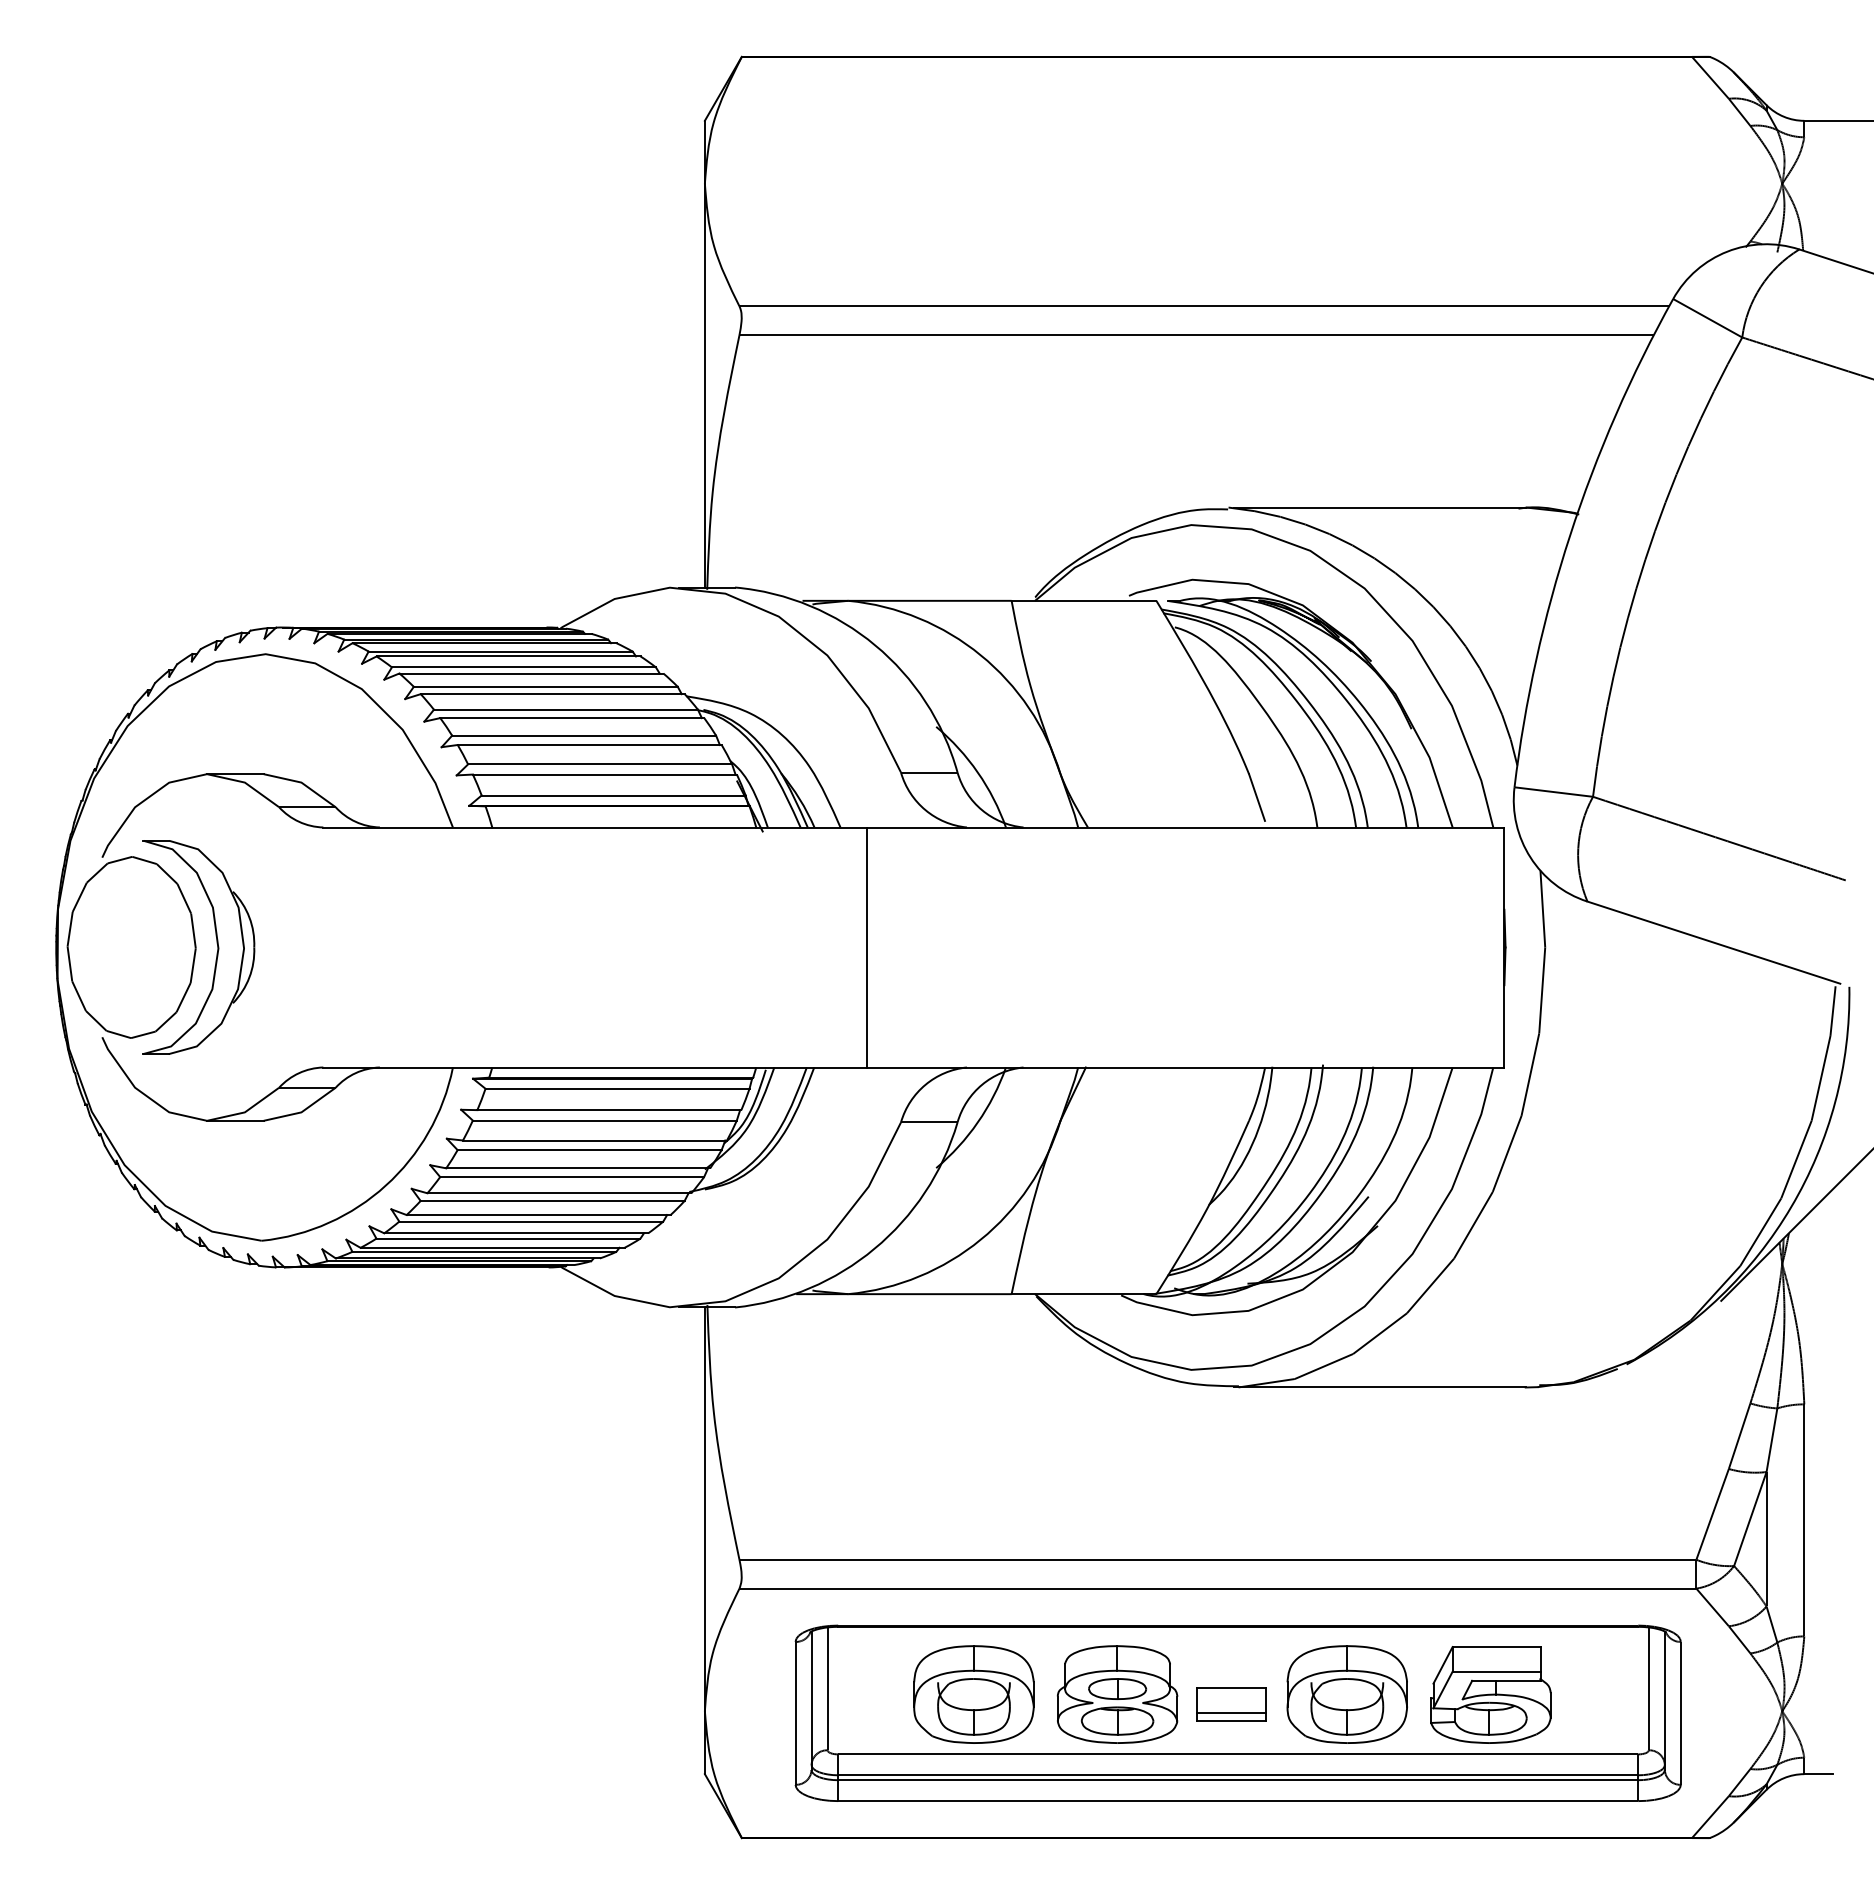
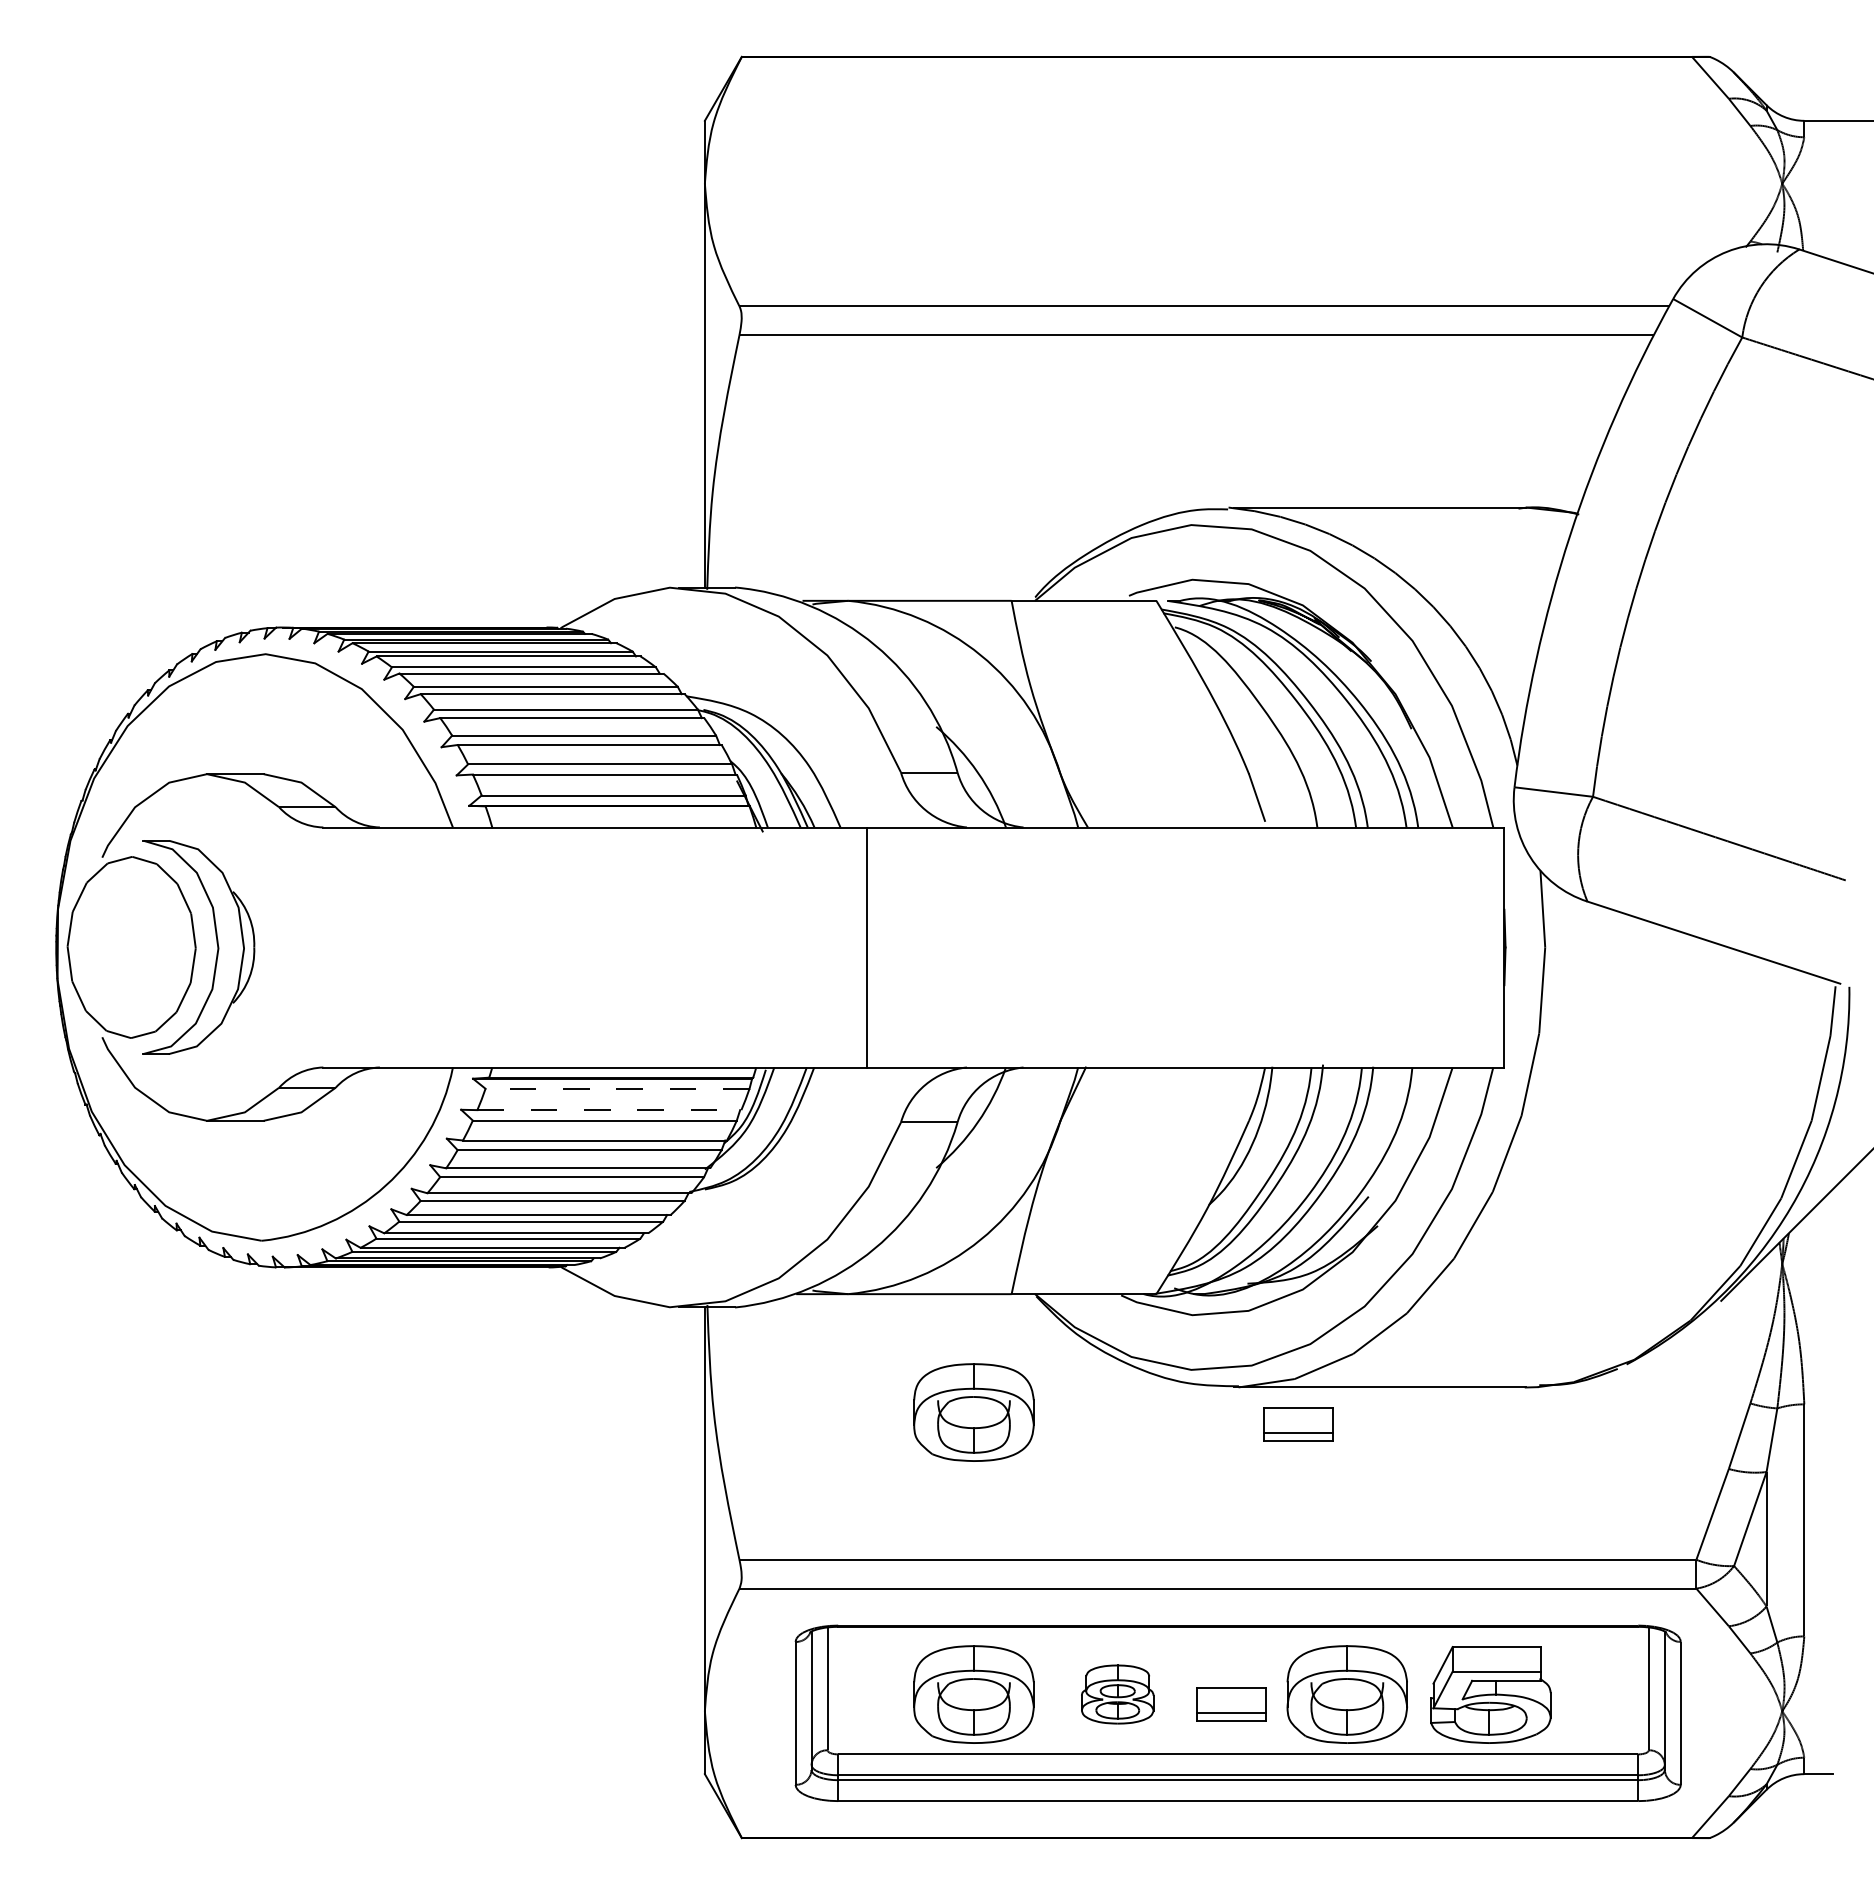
line at (617, 1088): solid -> dashed
line at (609, 1110): solid -> dashed
part at (973, 1412): none -> present
part at (1298, 1424): none -> present
part at (1117, 1694) size: 122x99 px -> 74x61 px
